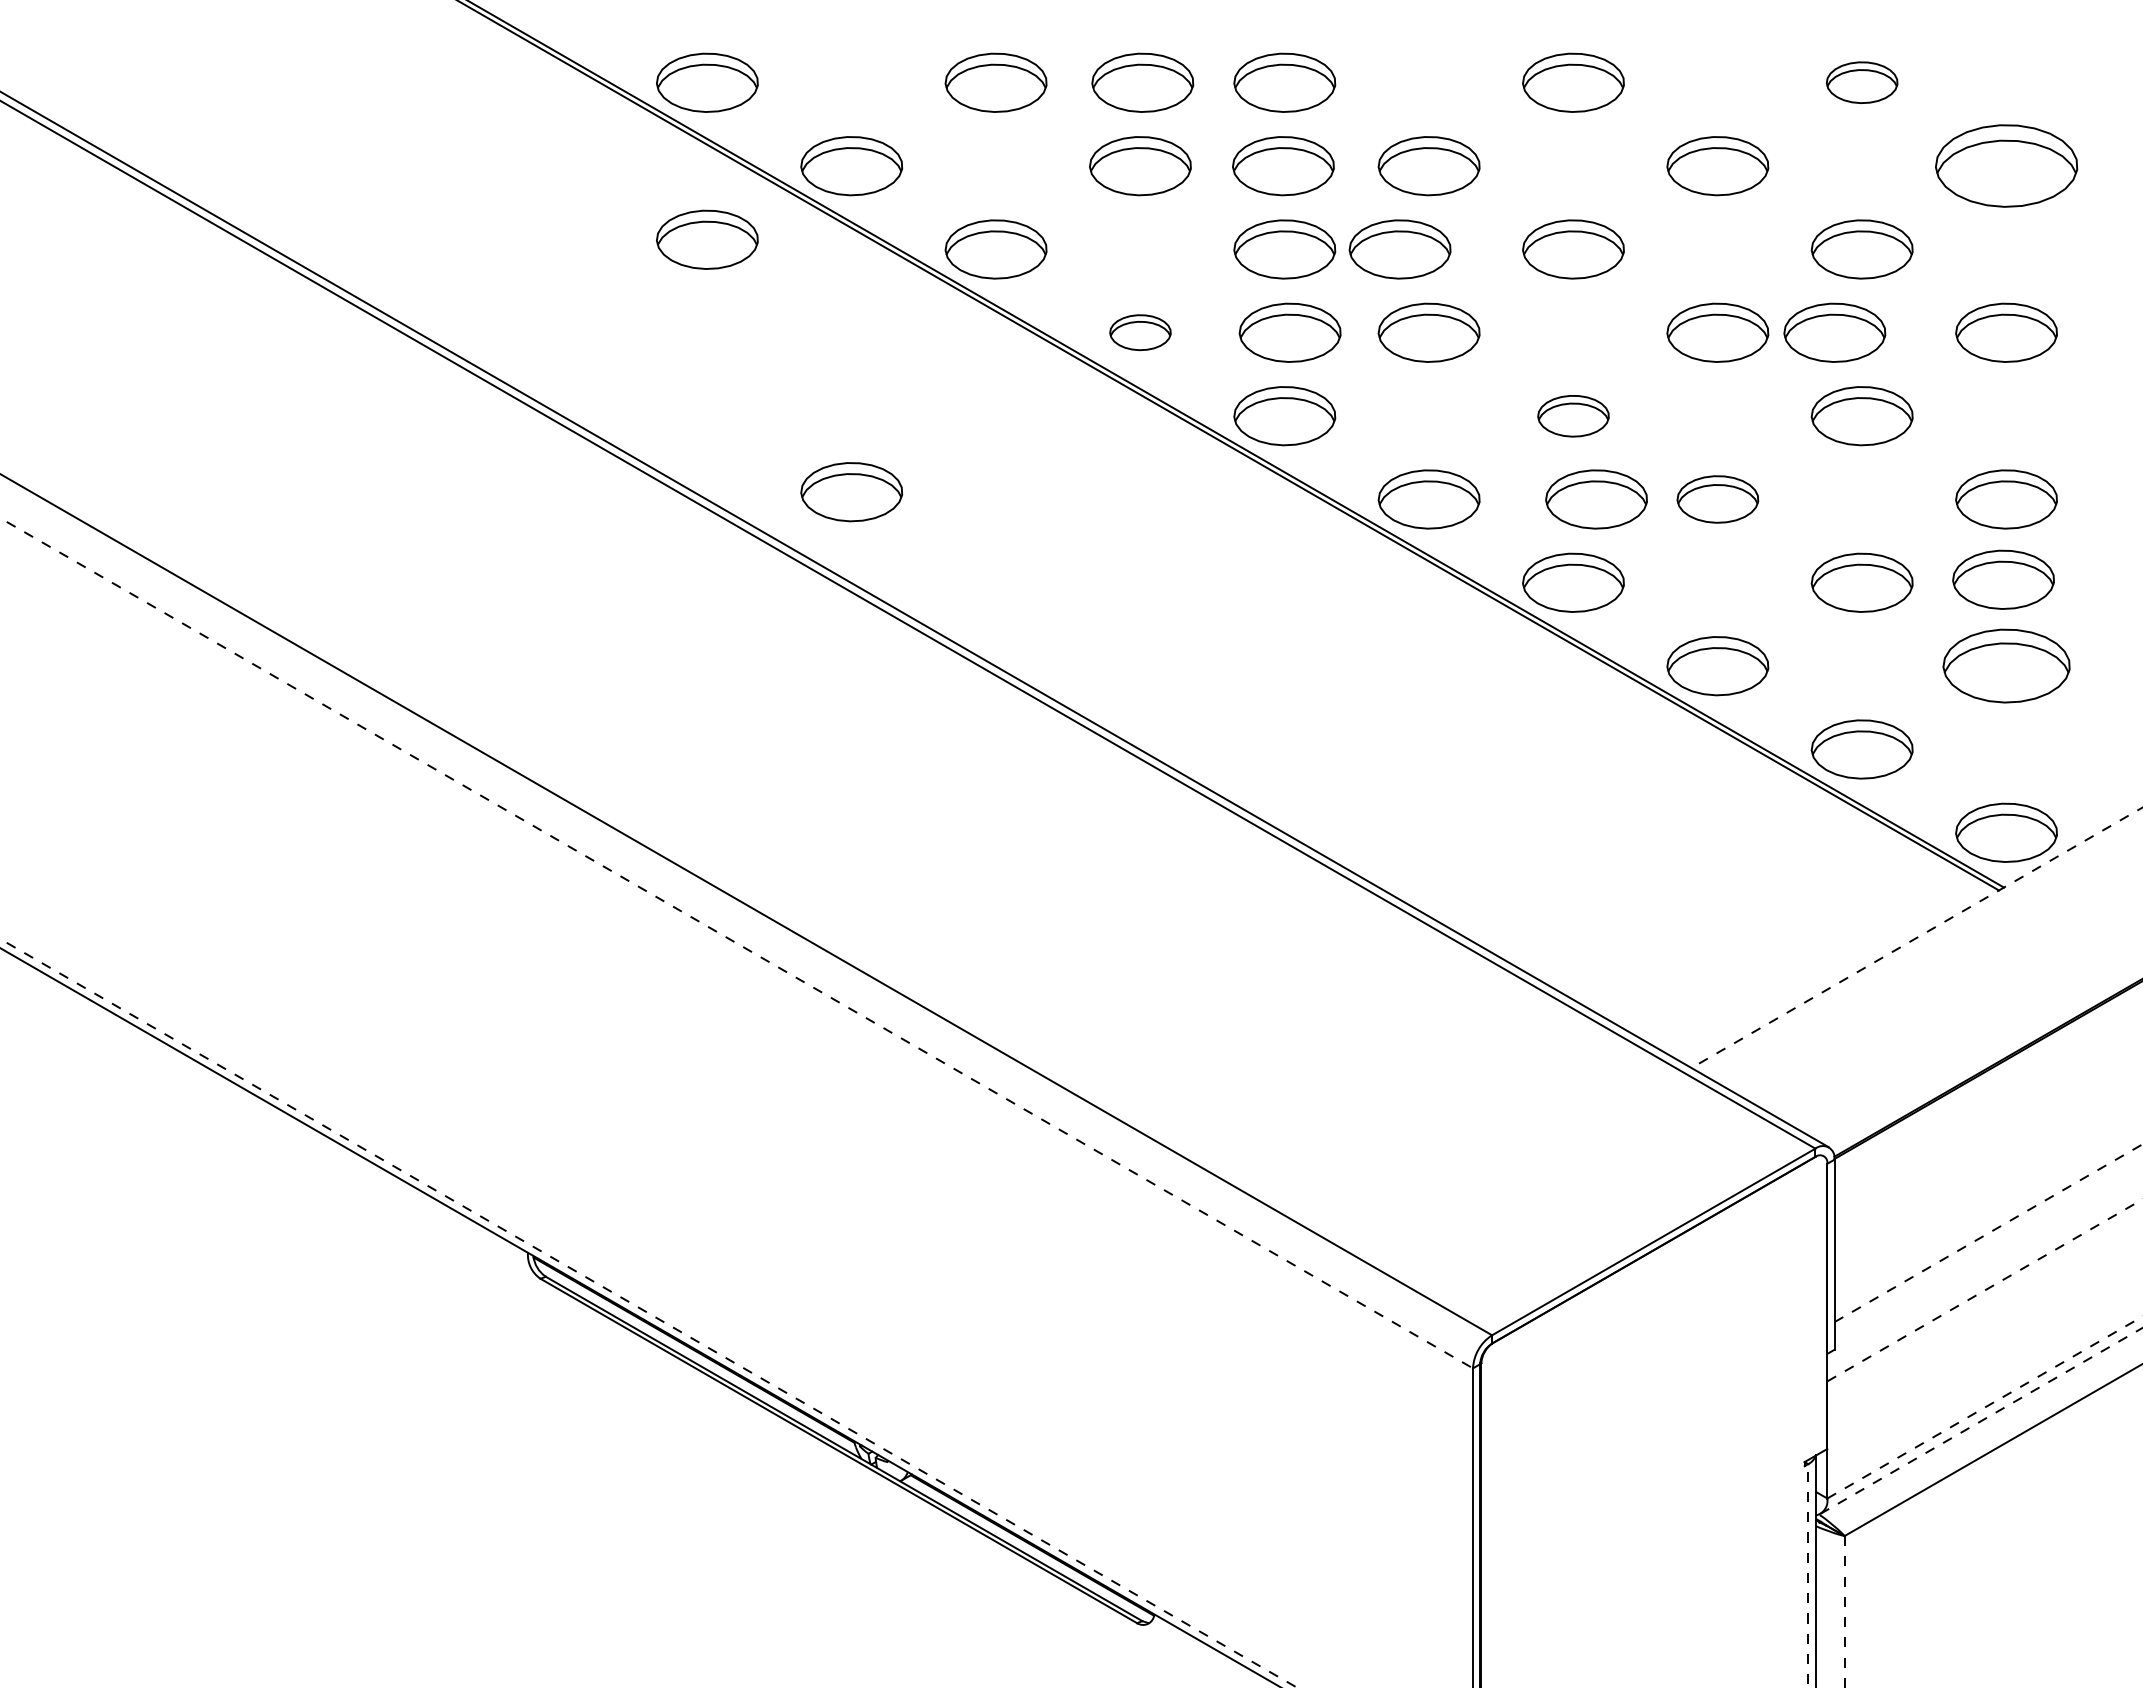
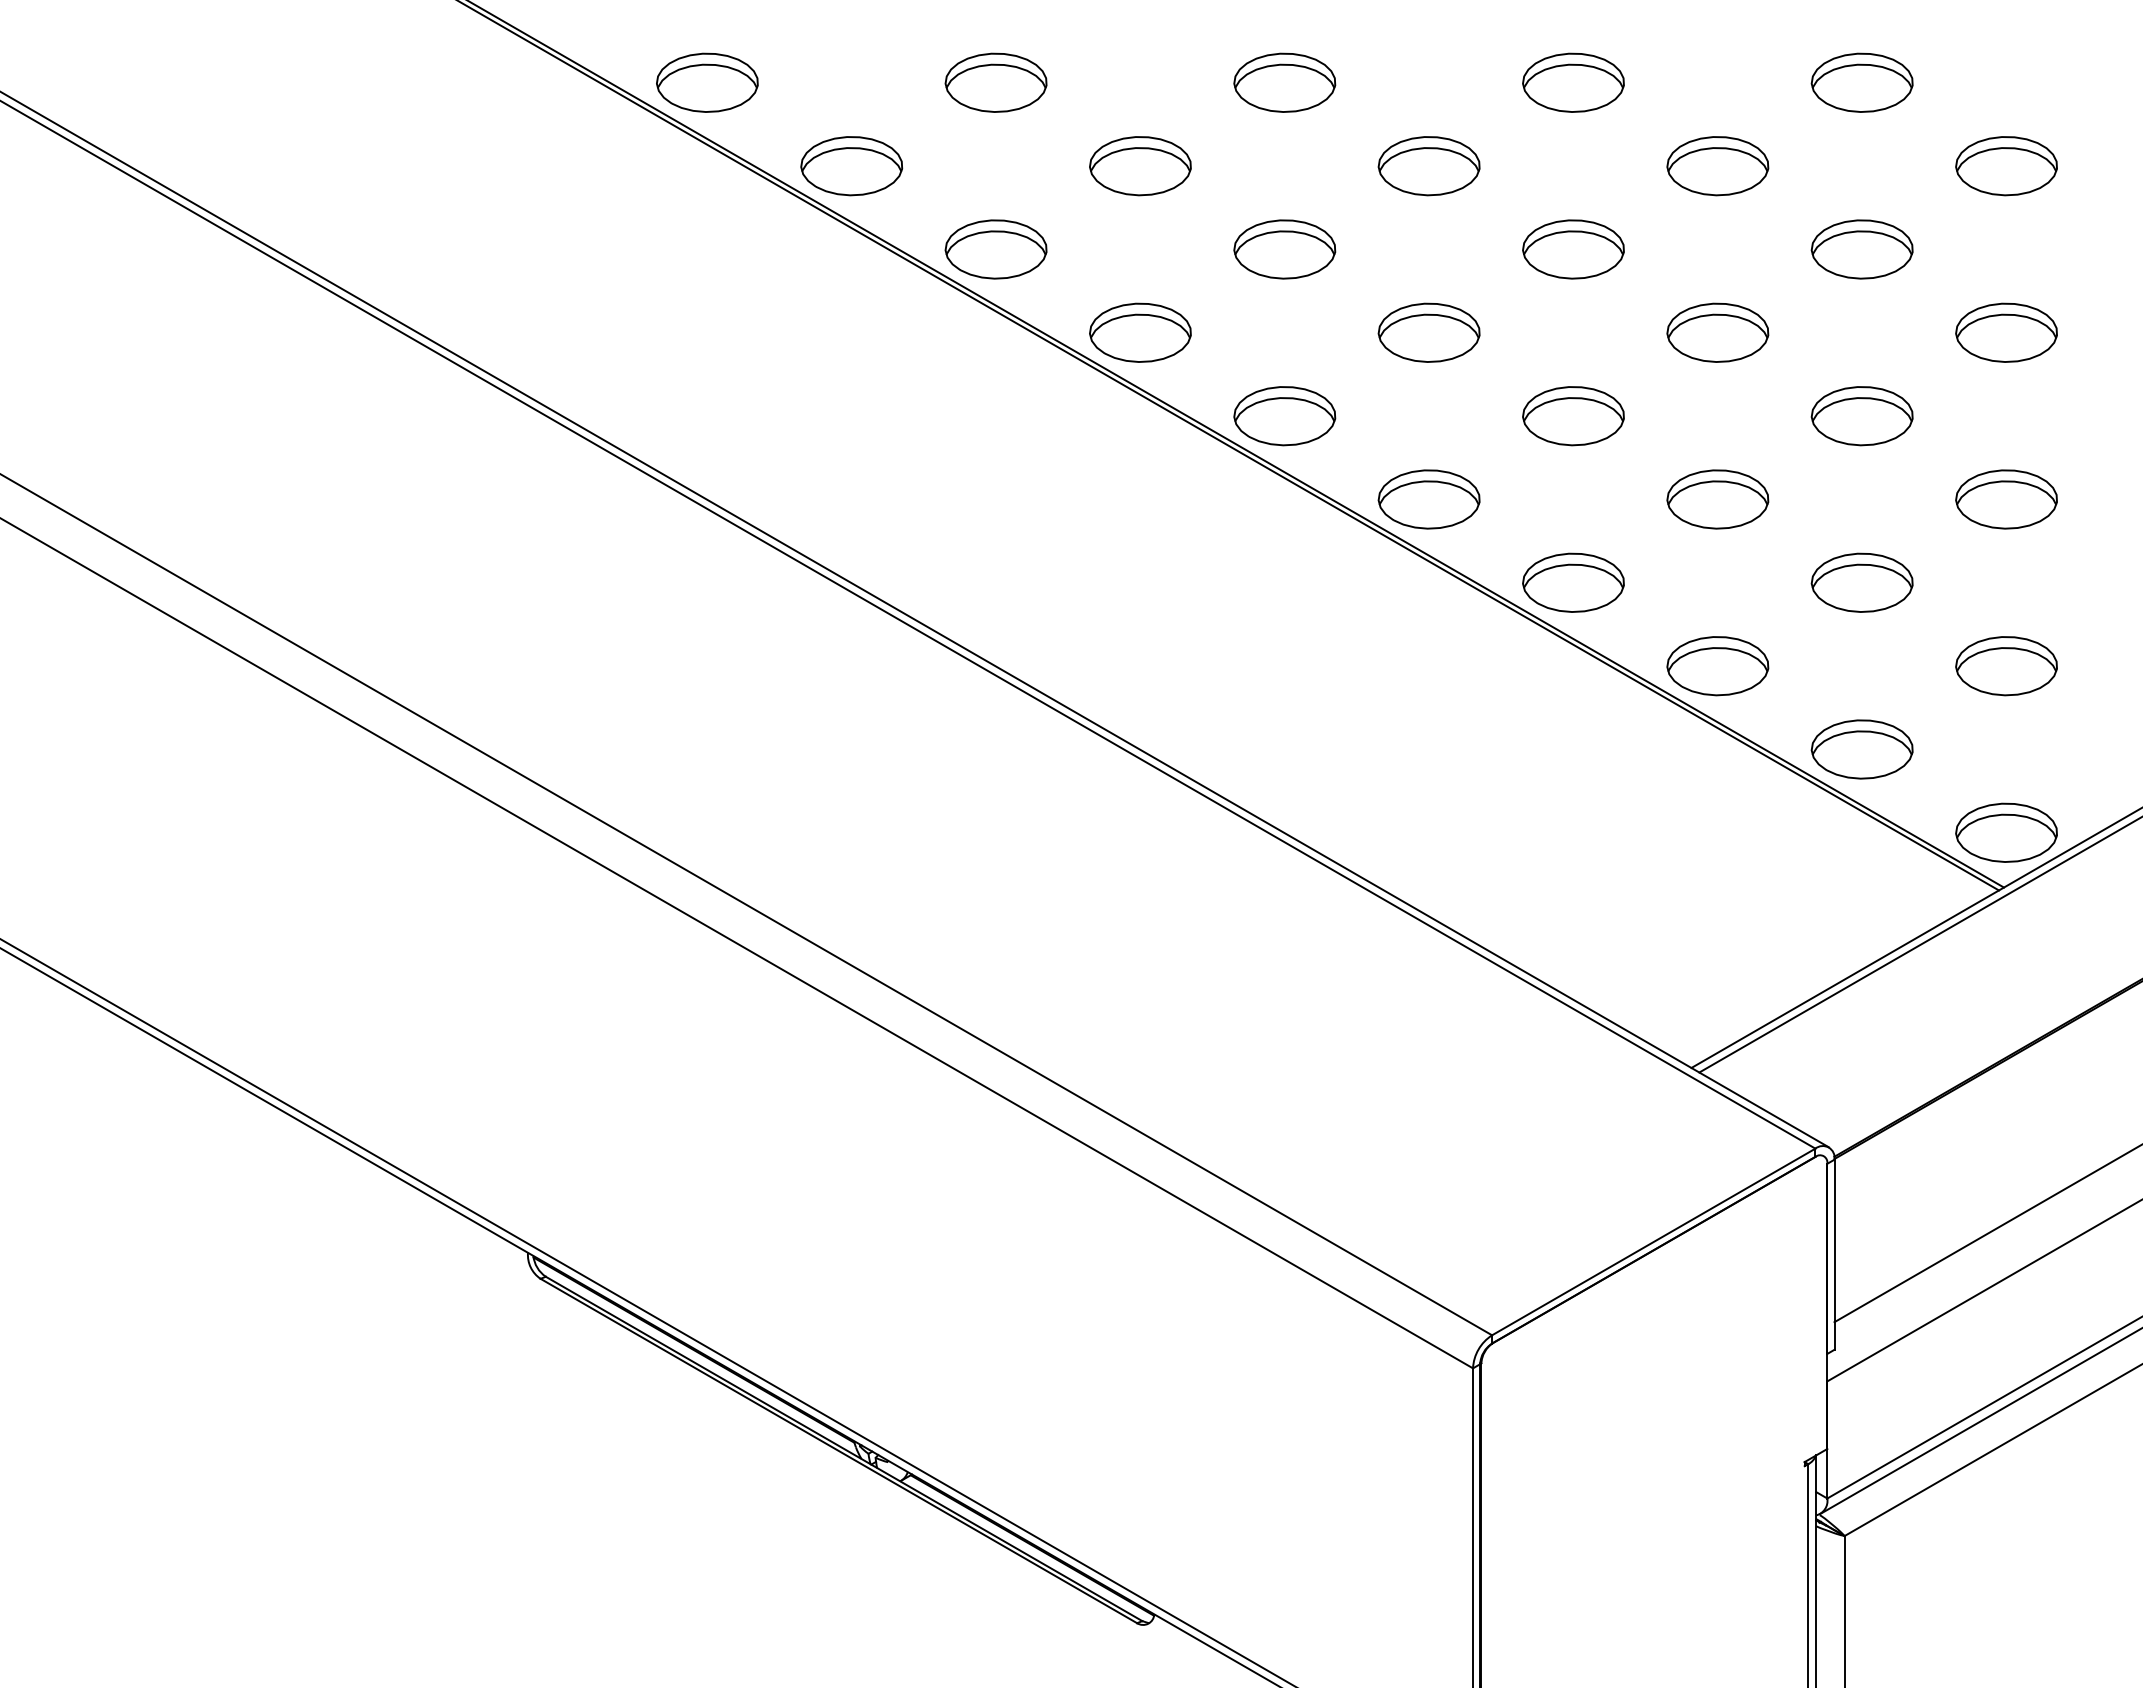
part at (1142, 82): present -> none
part at (1861, 82) size: 74x43 px -> 104x61 px
part at (2006, 165) size: 144x84 px -> 103x61 px
part at (1283, 166): present -> none
part at (707, 239): present -> none
part at (1399, 249): present -> none
part at (1140, 332) size: 63x38 px -> 103x61 px
part at (1289, 332): present -> none
part at (1834, 332): present -> none
part at (1573, 416) size: 73x43 px -> 103x61 px
part at (851, 492): present -> none
part at (1596, 499): present -> none
part at (1717, 499) size: 84x49 px -> 104x61 px
part at (2003, 579): present -> none
part at (2006, 665) size: 129x76 px -> 103x61 px
line at (1916, 938): dashed -> solid
line at (736, 943): dashed -> solid
line at (1919, 945): none -> present
line at (1988, 1233): dashed -> solid
line at (1984, 1290): dashed -> solid
line at (649, 1313): dashed -> solid
line at (1984, 1407): dashed -> solid
line at (1981, 1420): dashed -> solid
line at (1808, 1575): dashed -> solid
line at (1844, 1612): dashed -> solid
